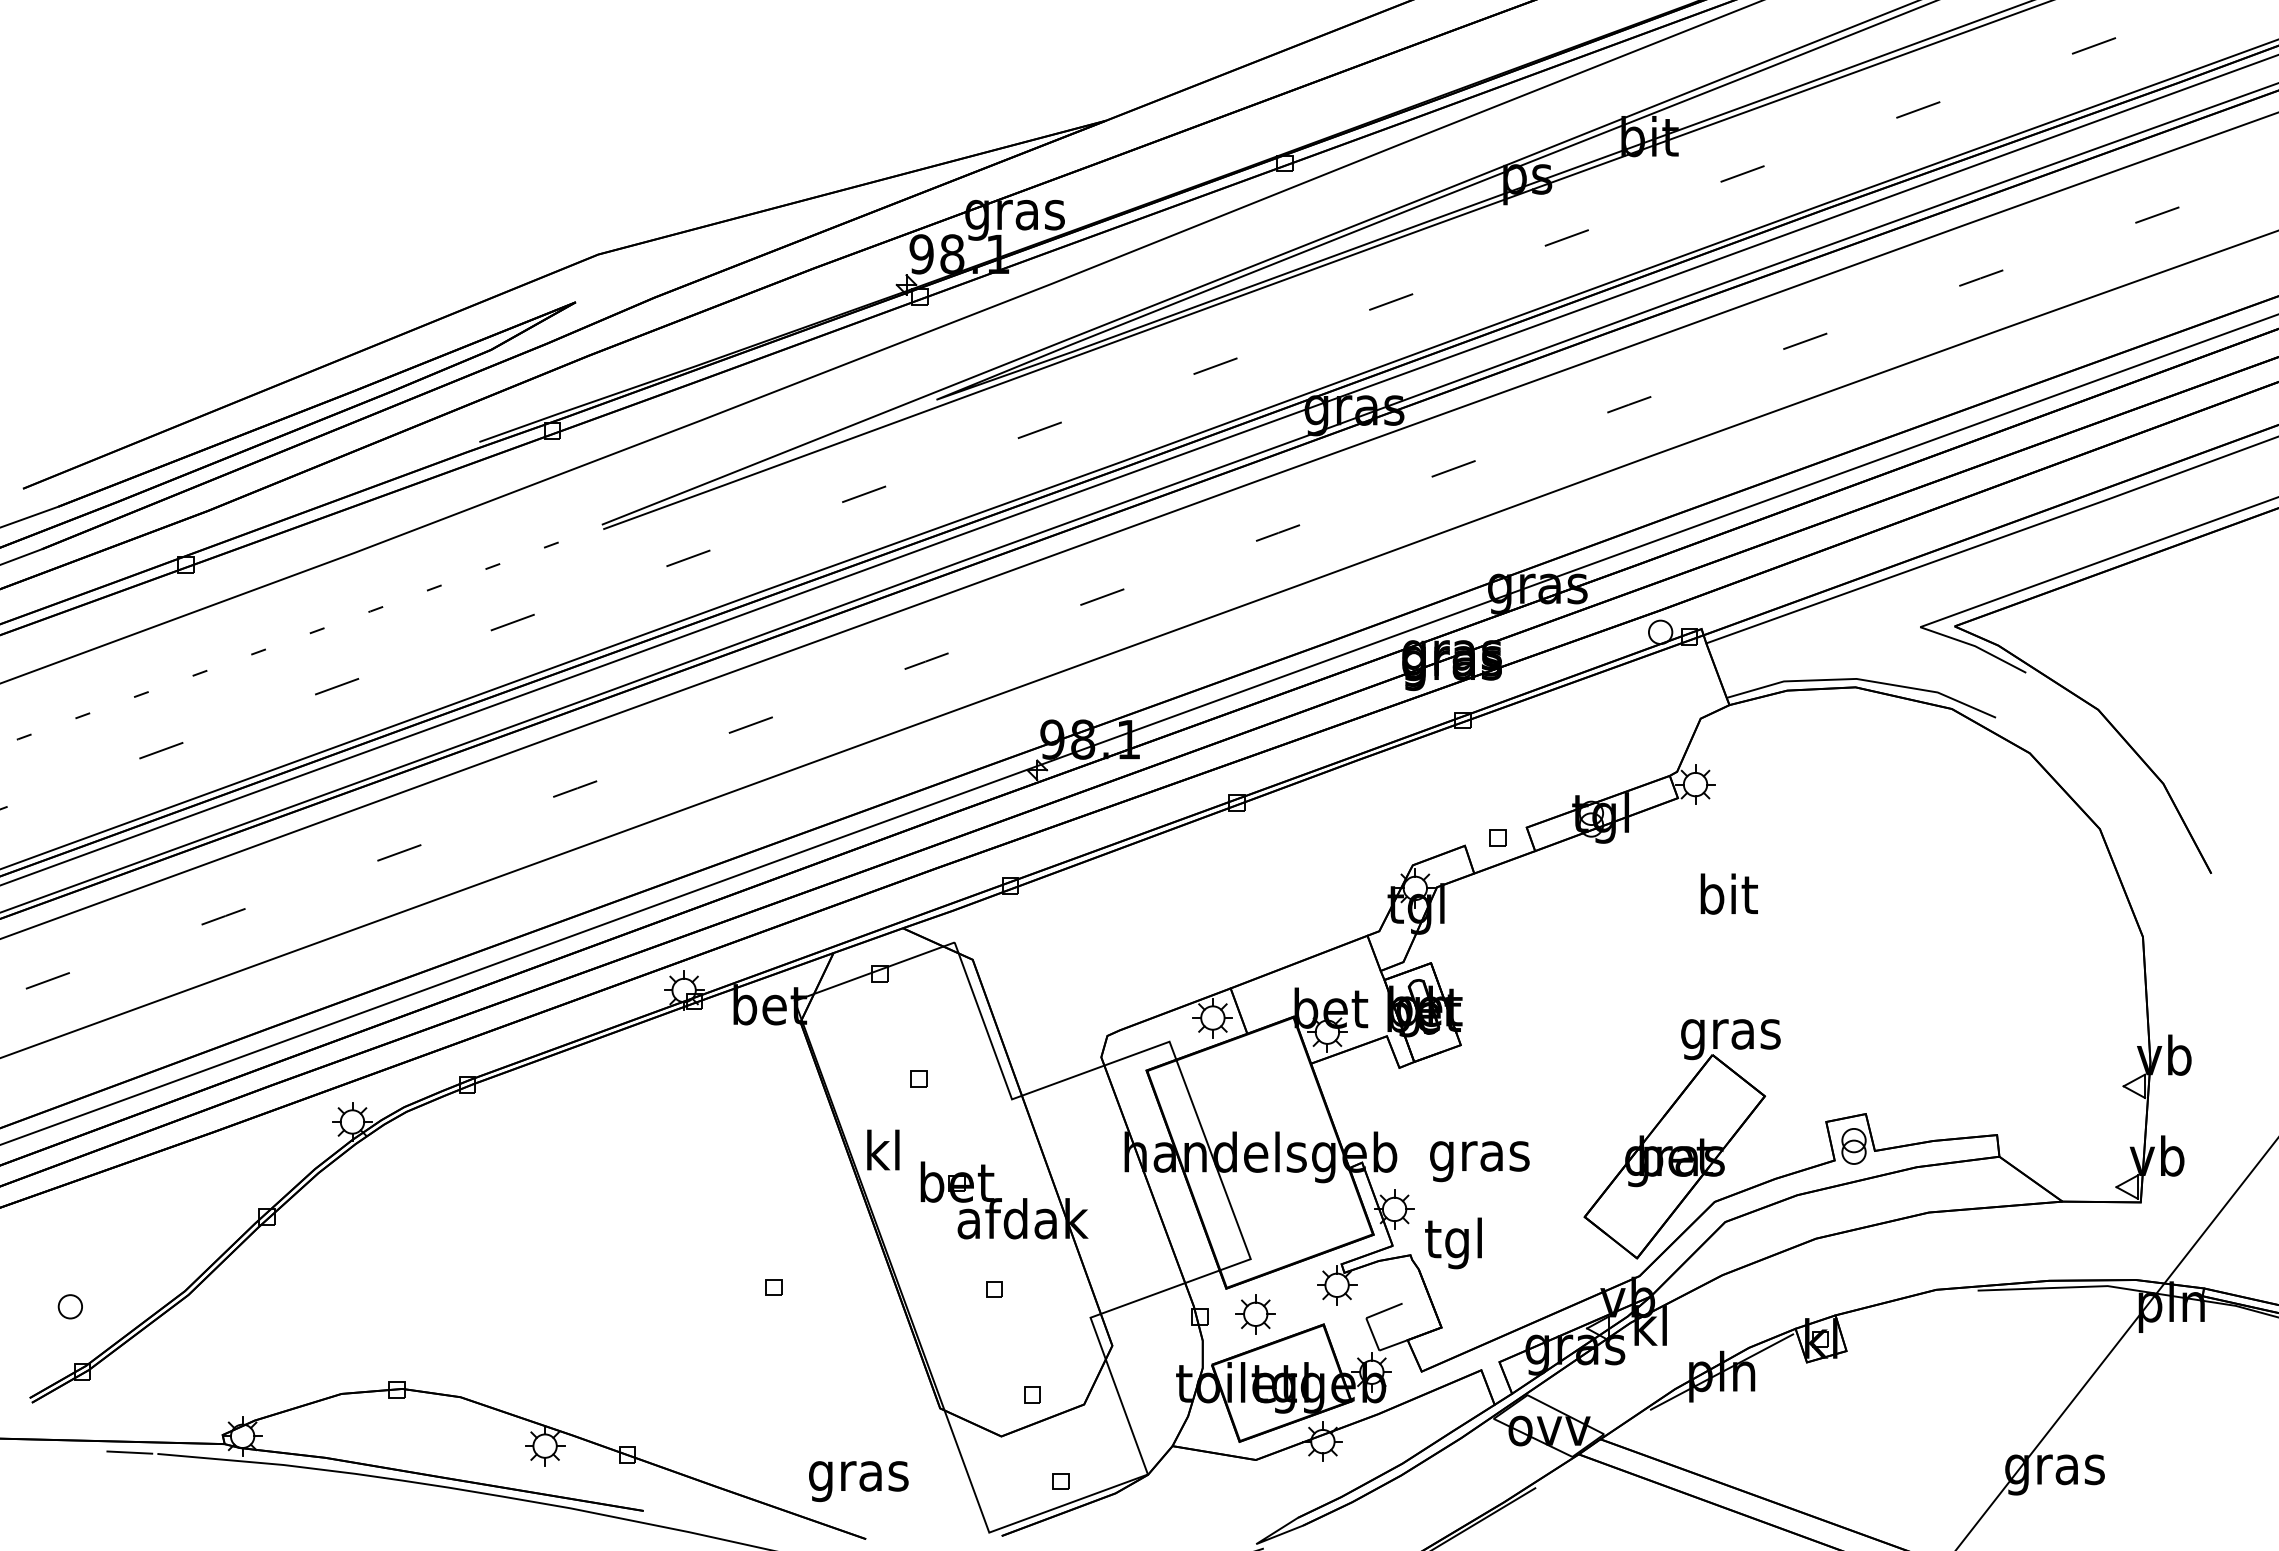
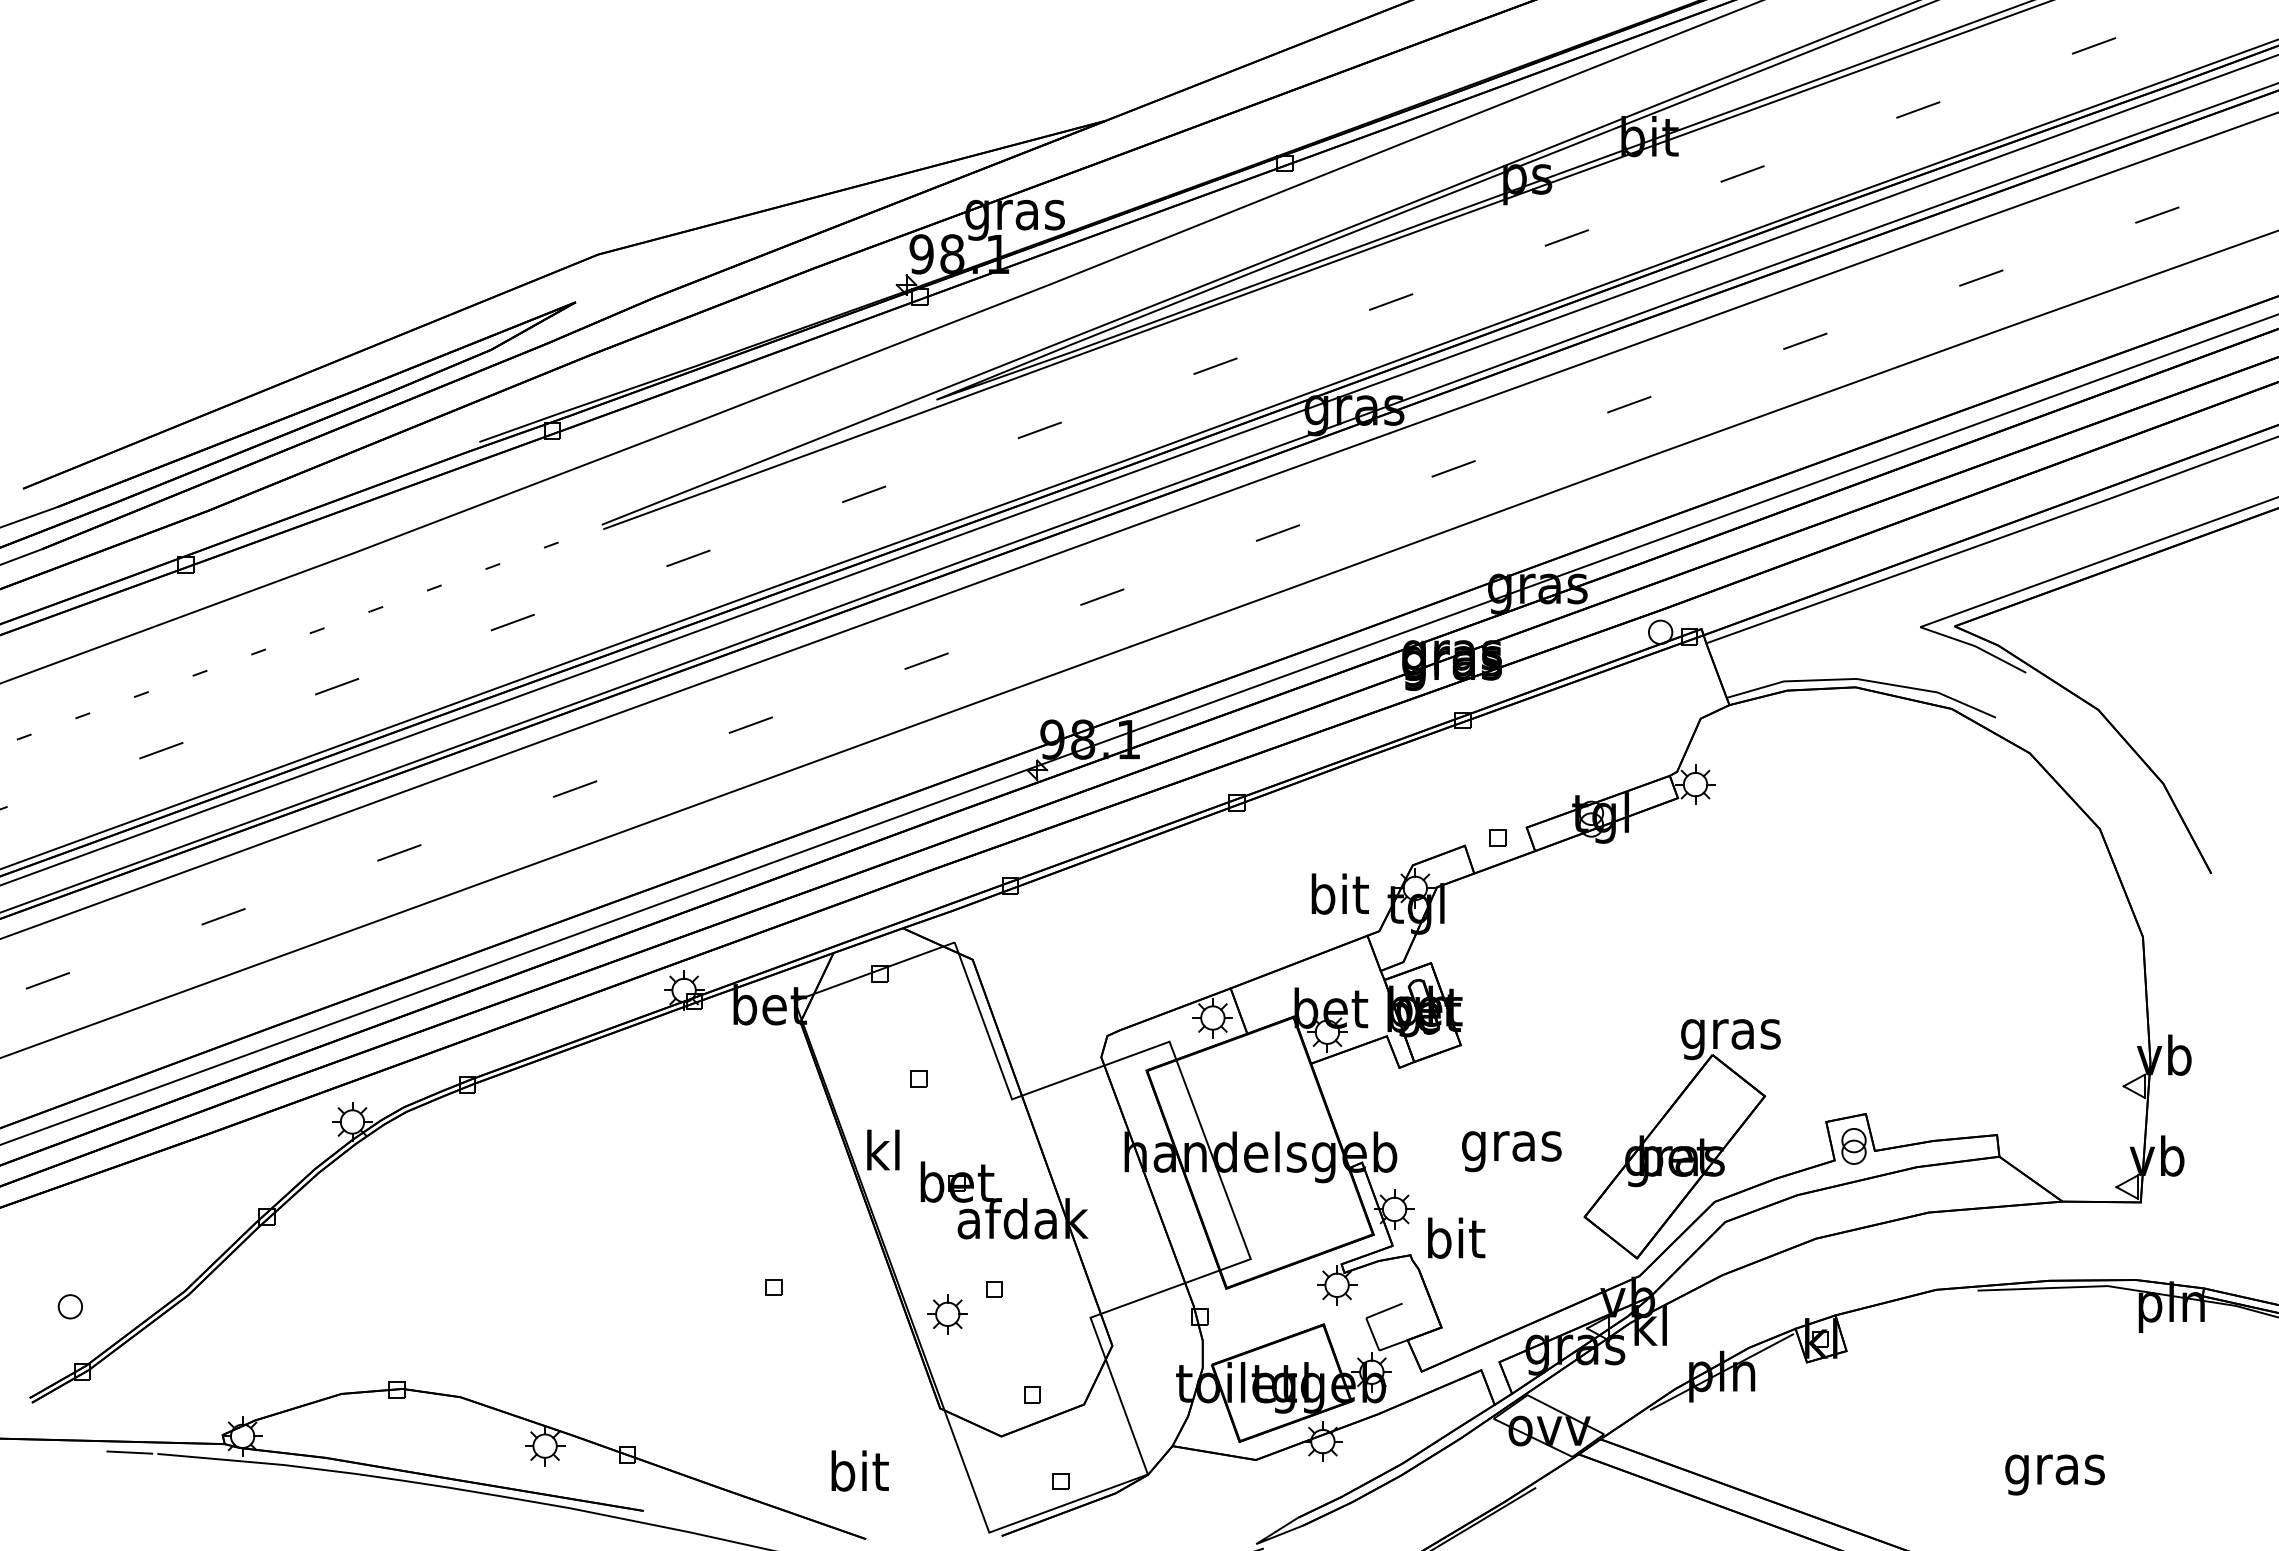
text at (1728, 893) position: (1728, 893) -> (1339, 893)
text at (1479, 1161) position: (1479, 1161) -> (1511, 1151)
text at (1455, 1243): tgl -> bit
part at (1255, 1314) position: (1255, 1314) -> (947, 1314)
line at (2116, 1344): present -> none
text at (858, 1476): gras -> bit
